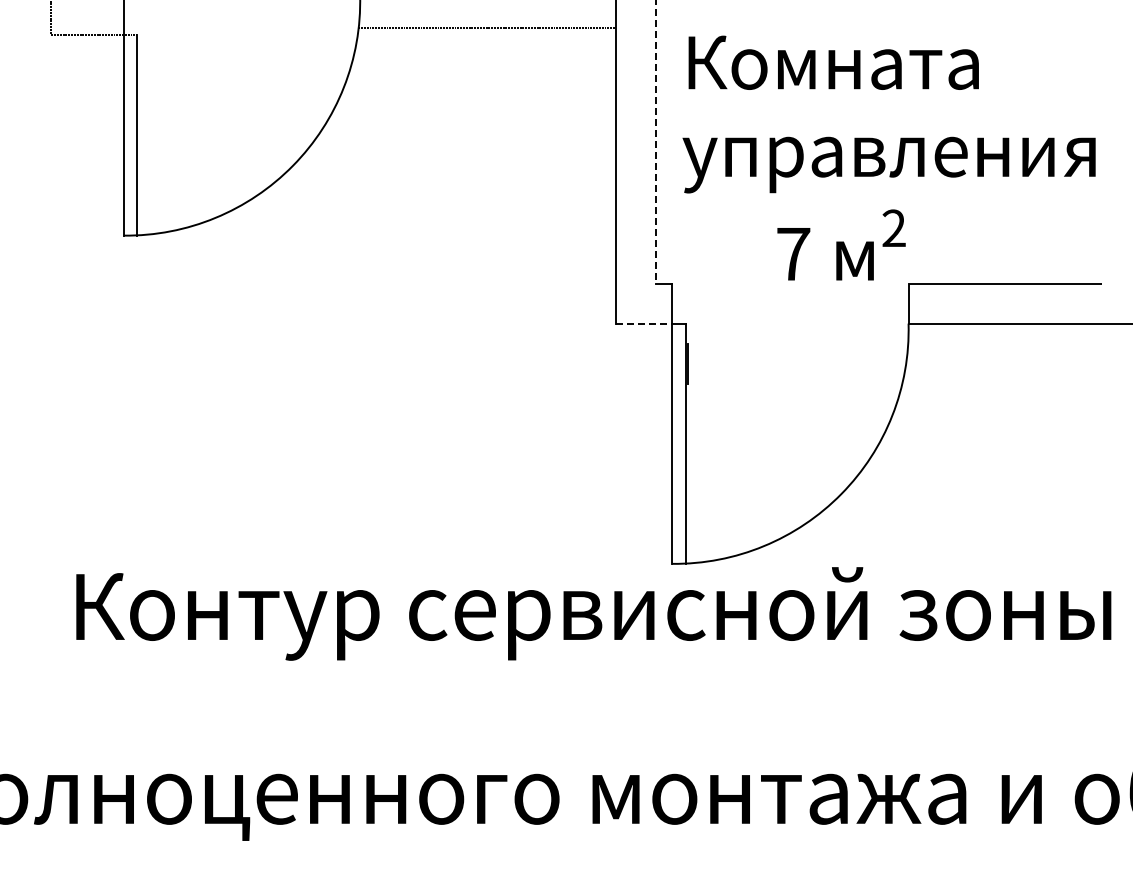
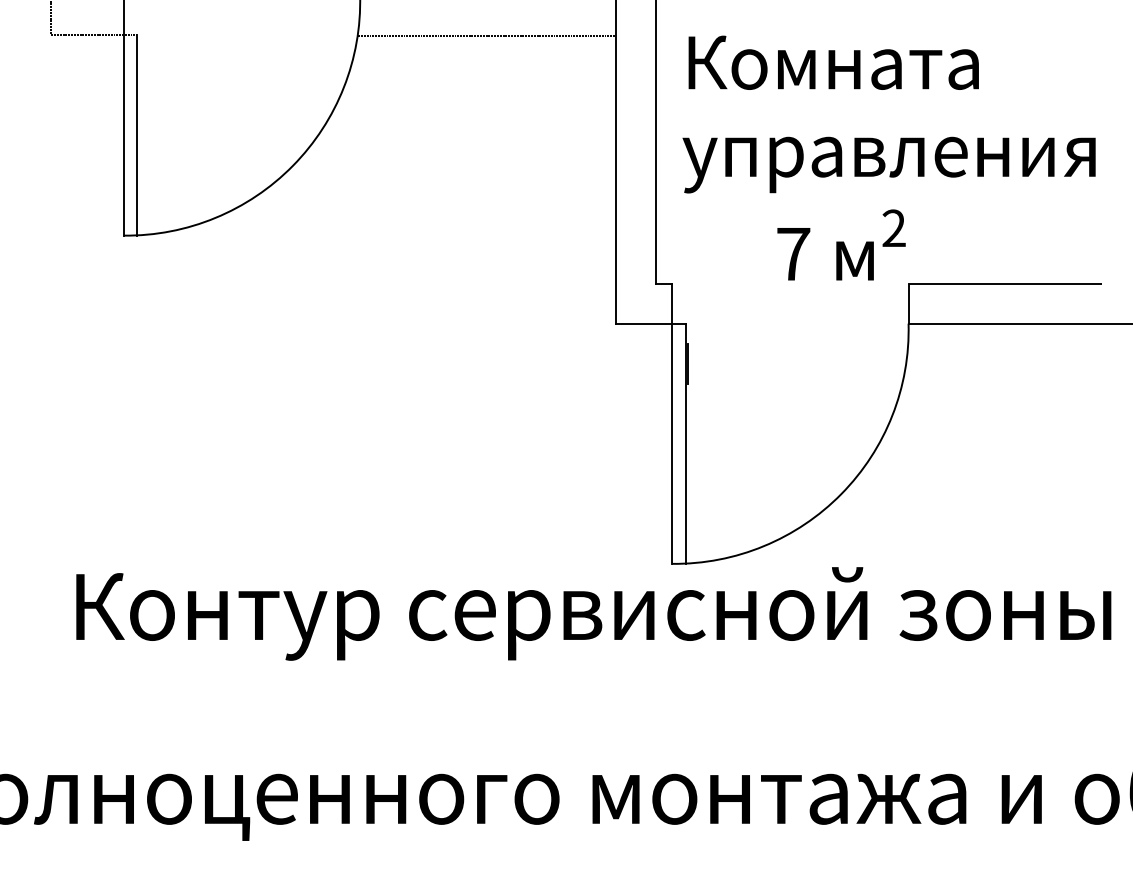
line at (486, 27) position: (486, 27) -> (486, 35)
line at (655, 142): dashed -> solid
line at (644, 323): dashed -> solid
